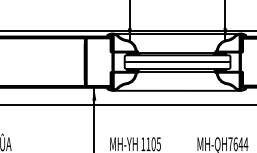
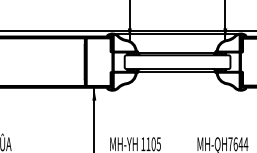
line at (177, 62): present -> none
line at (176, 90): present -> none
line at (127, 104): present -> none
